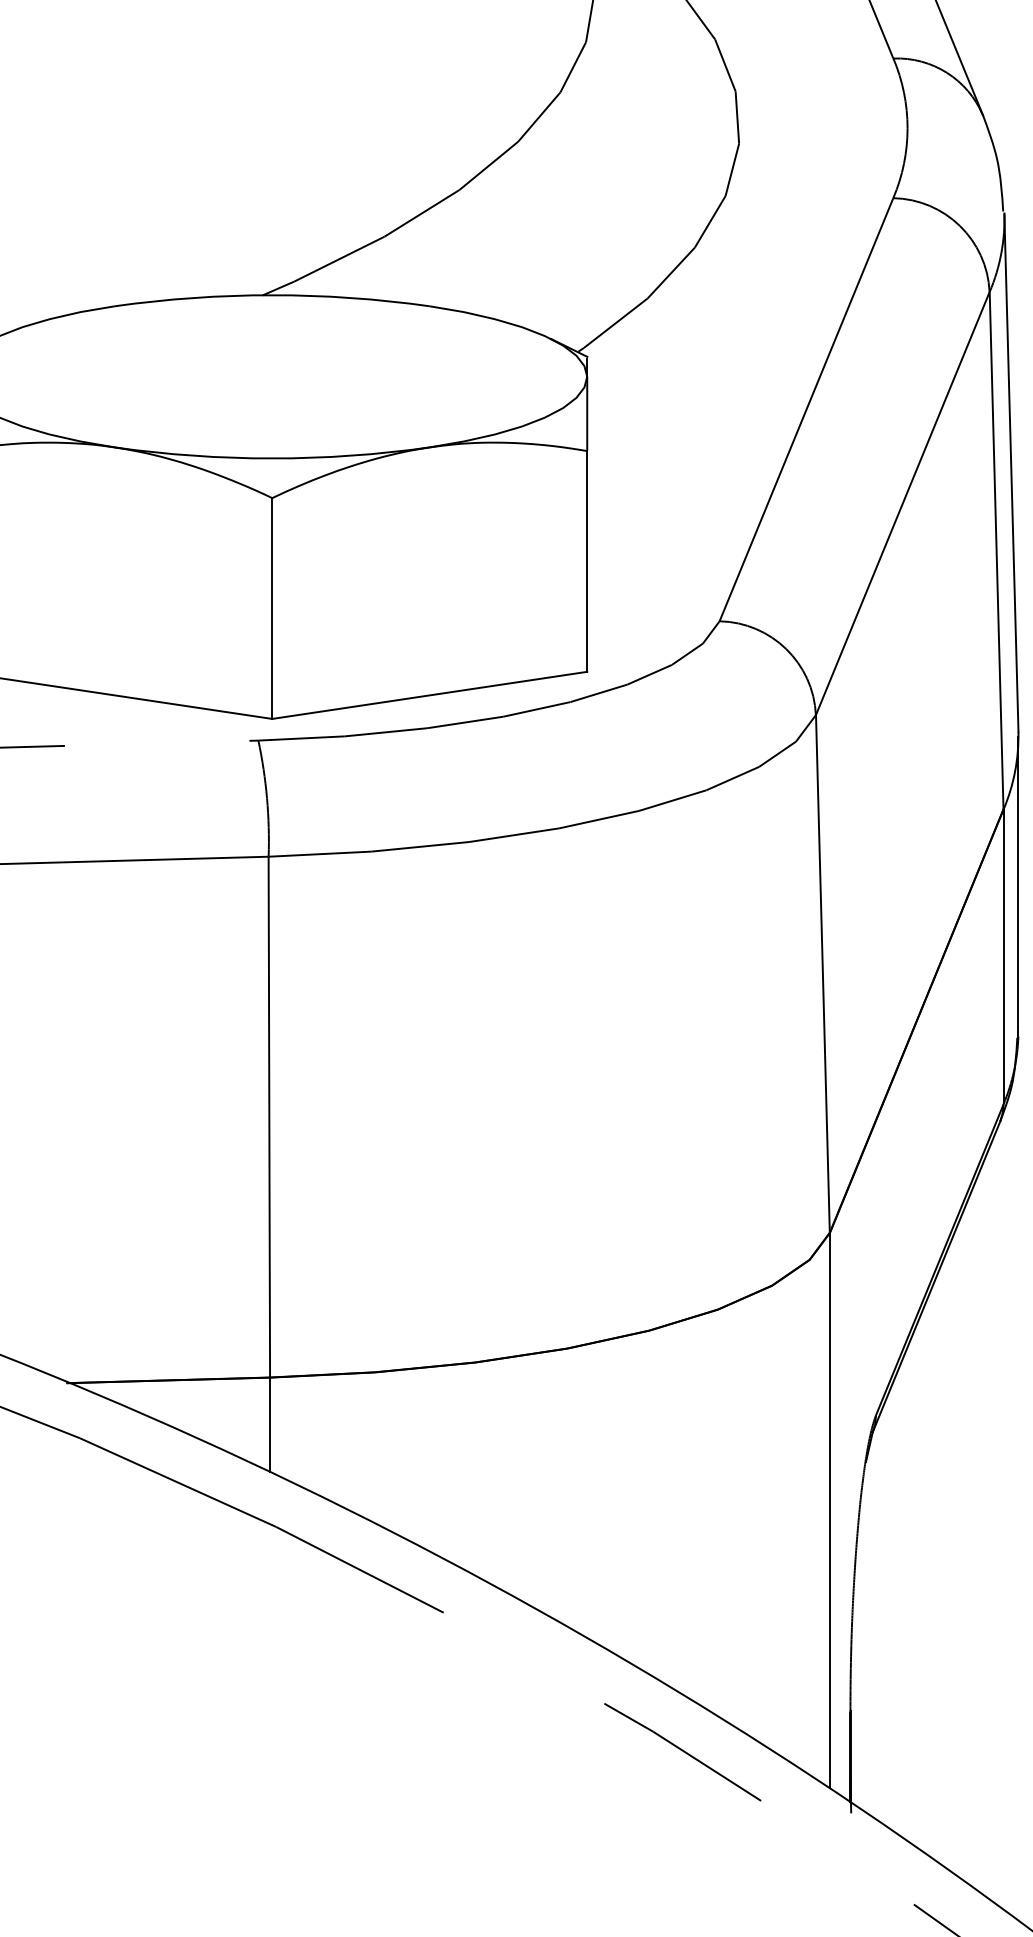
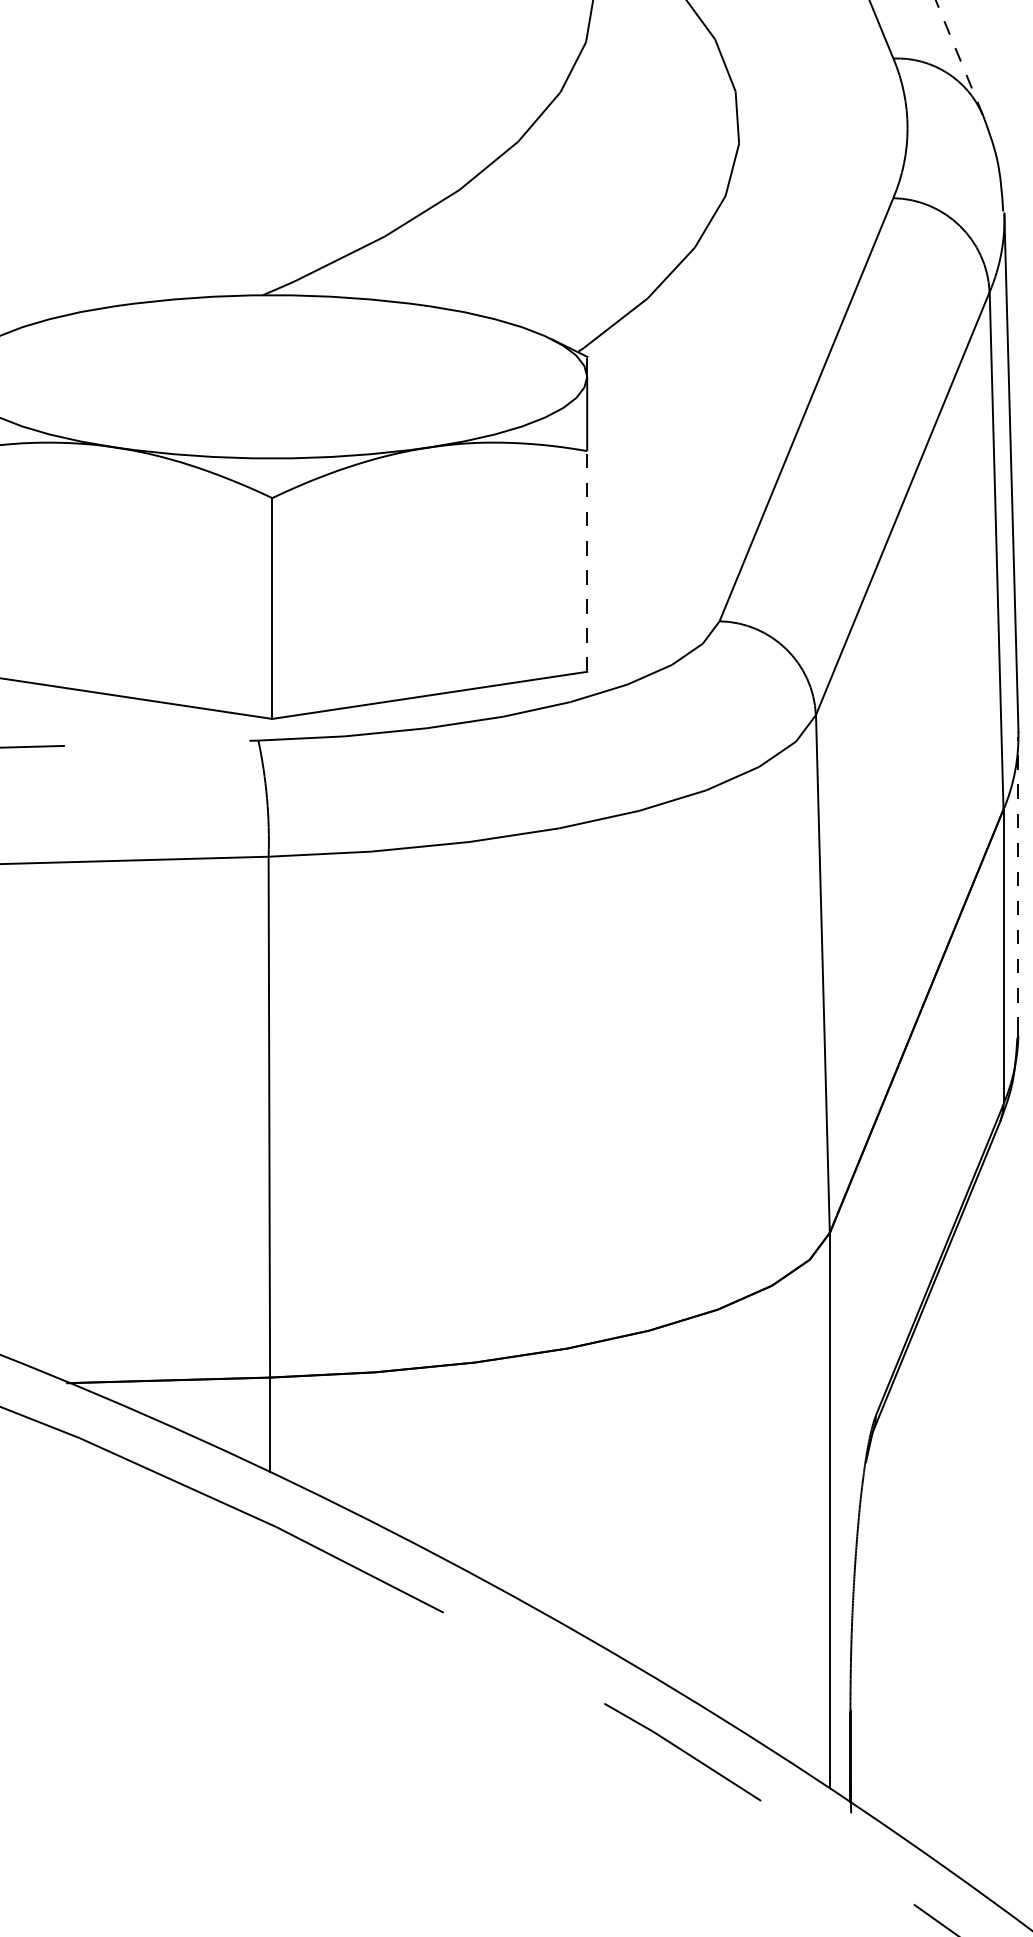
line at (959, 58): solid -> dashed
line at (587, 560): solid -> dashed
line at (1018, 883): solid -> dashed
